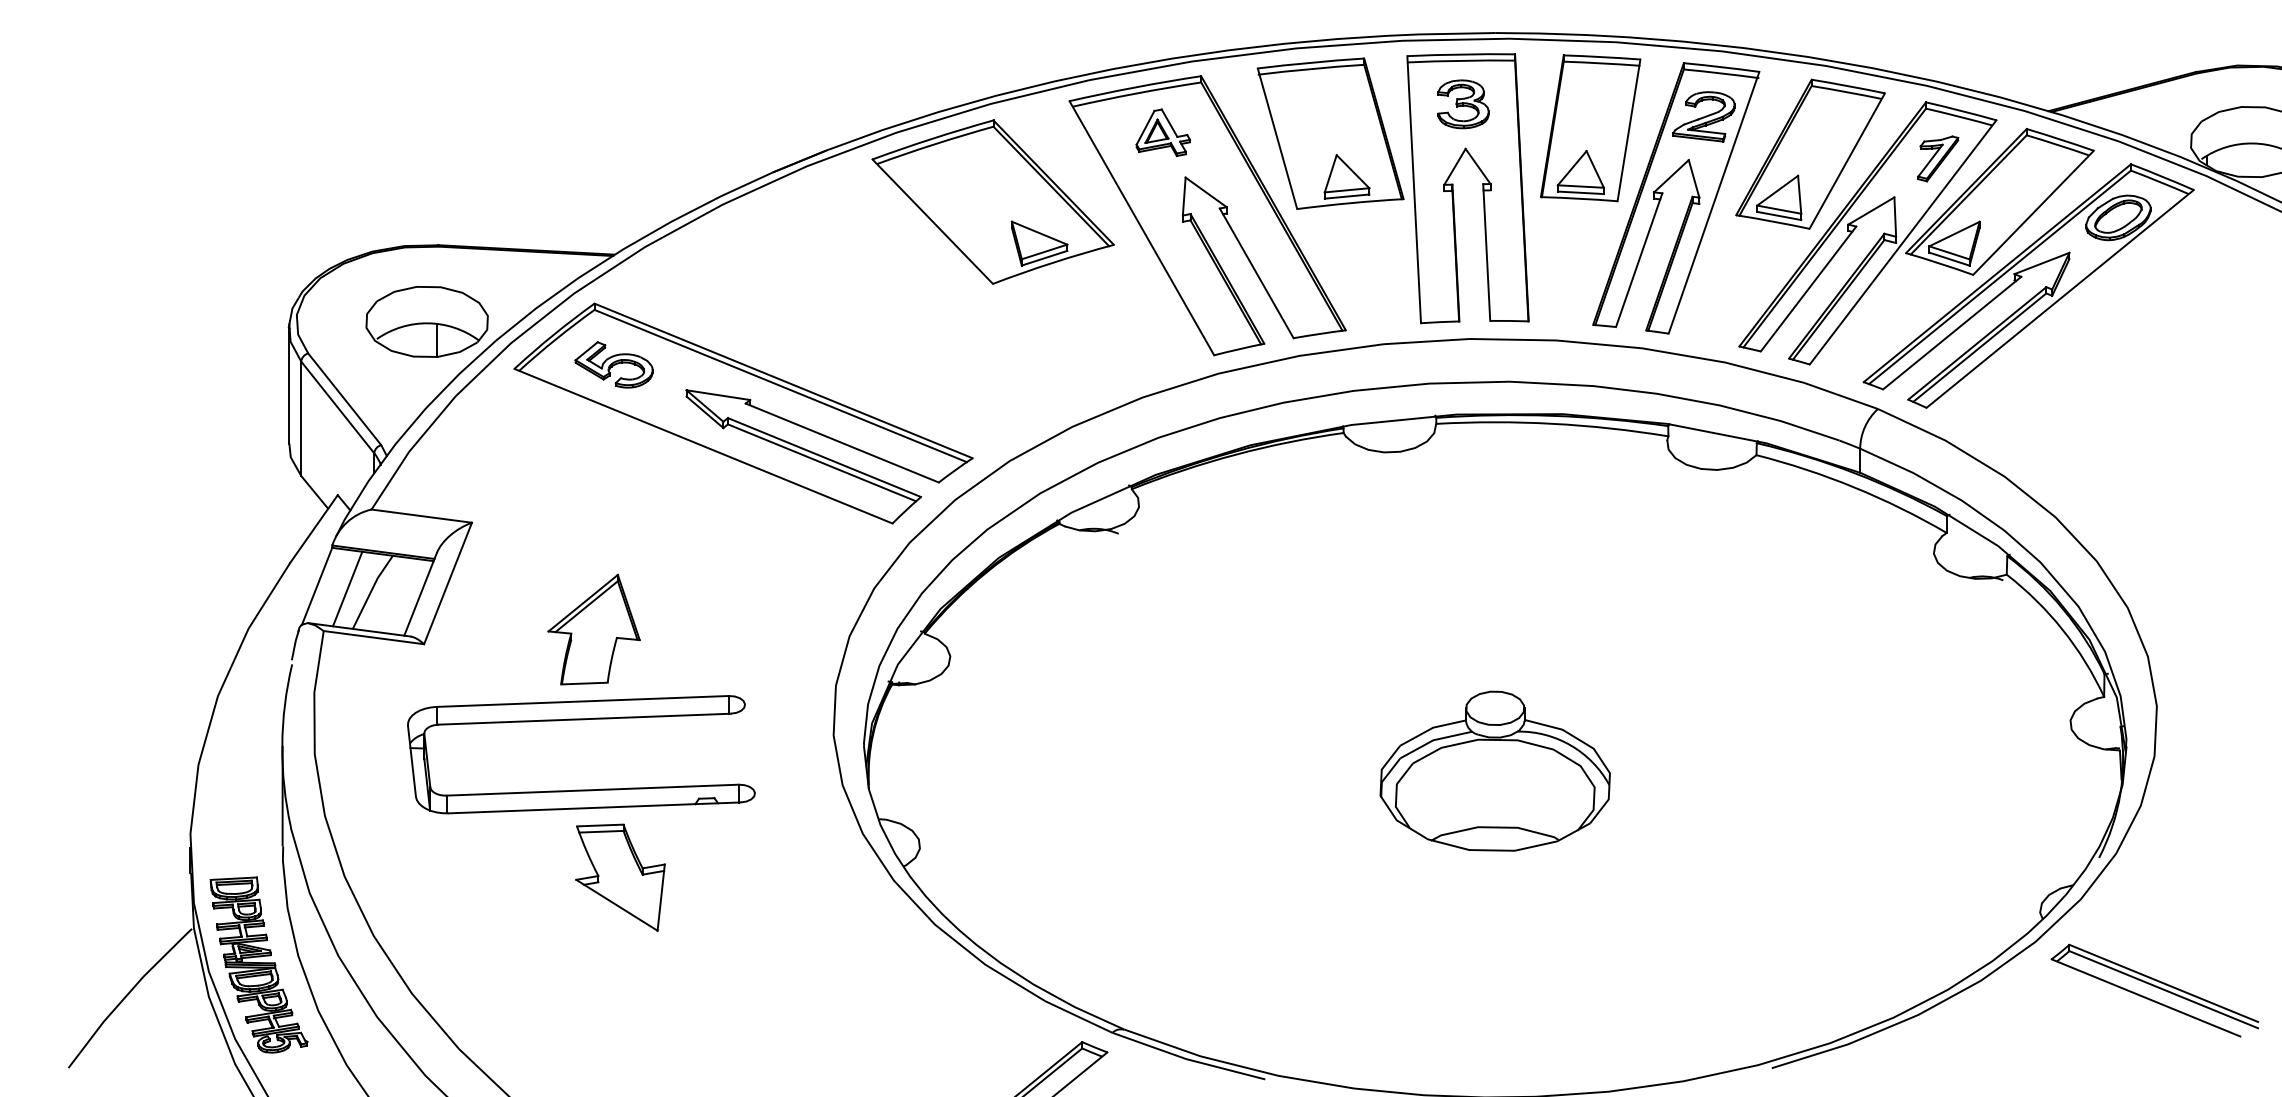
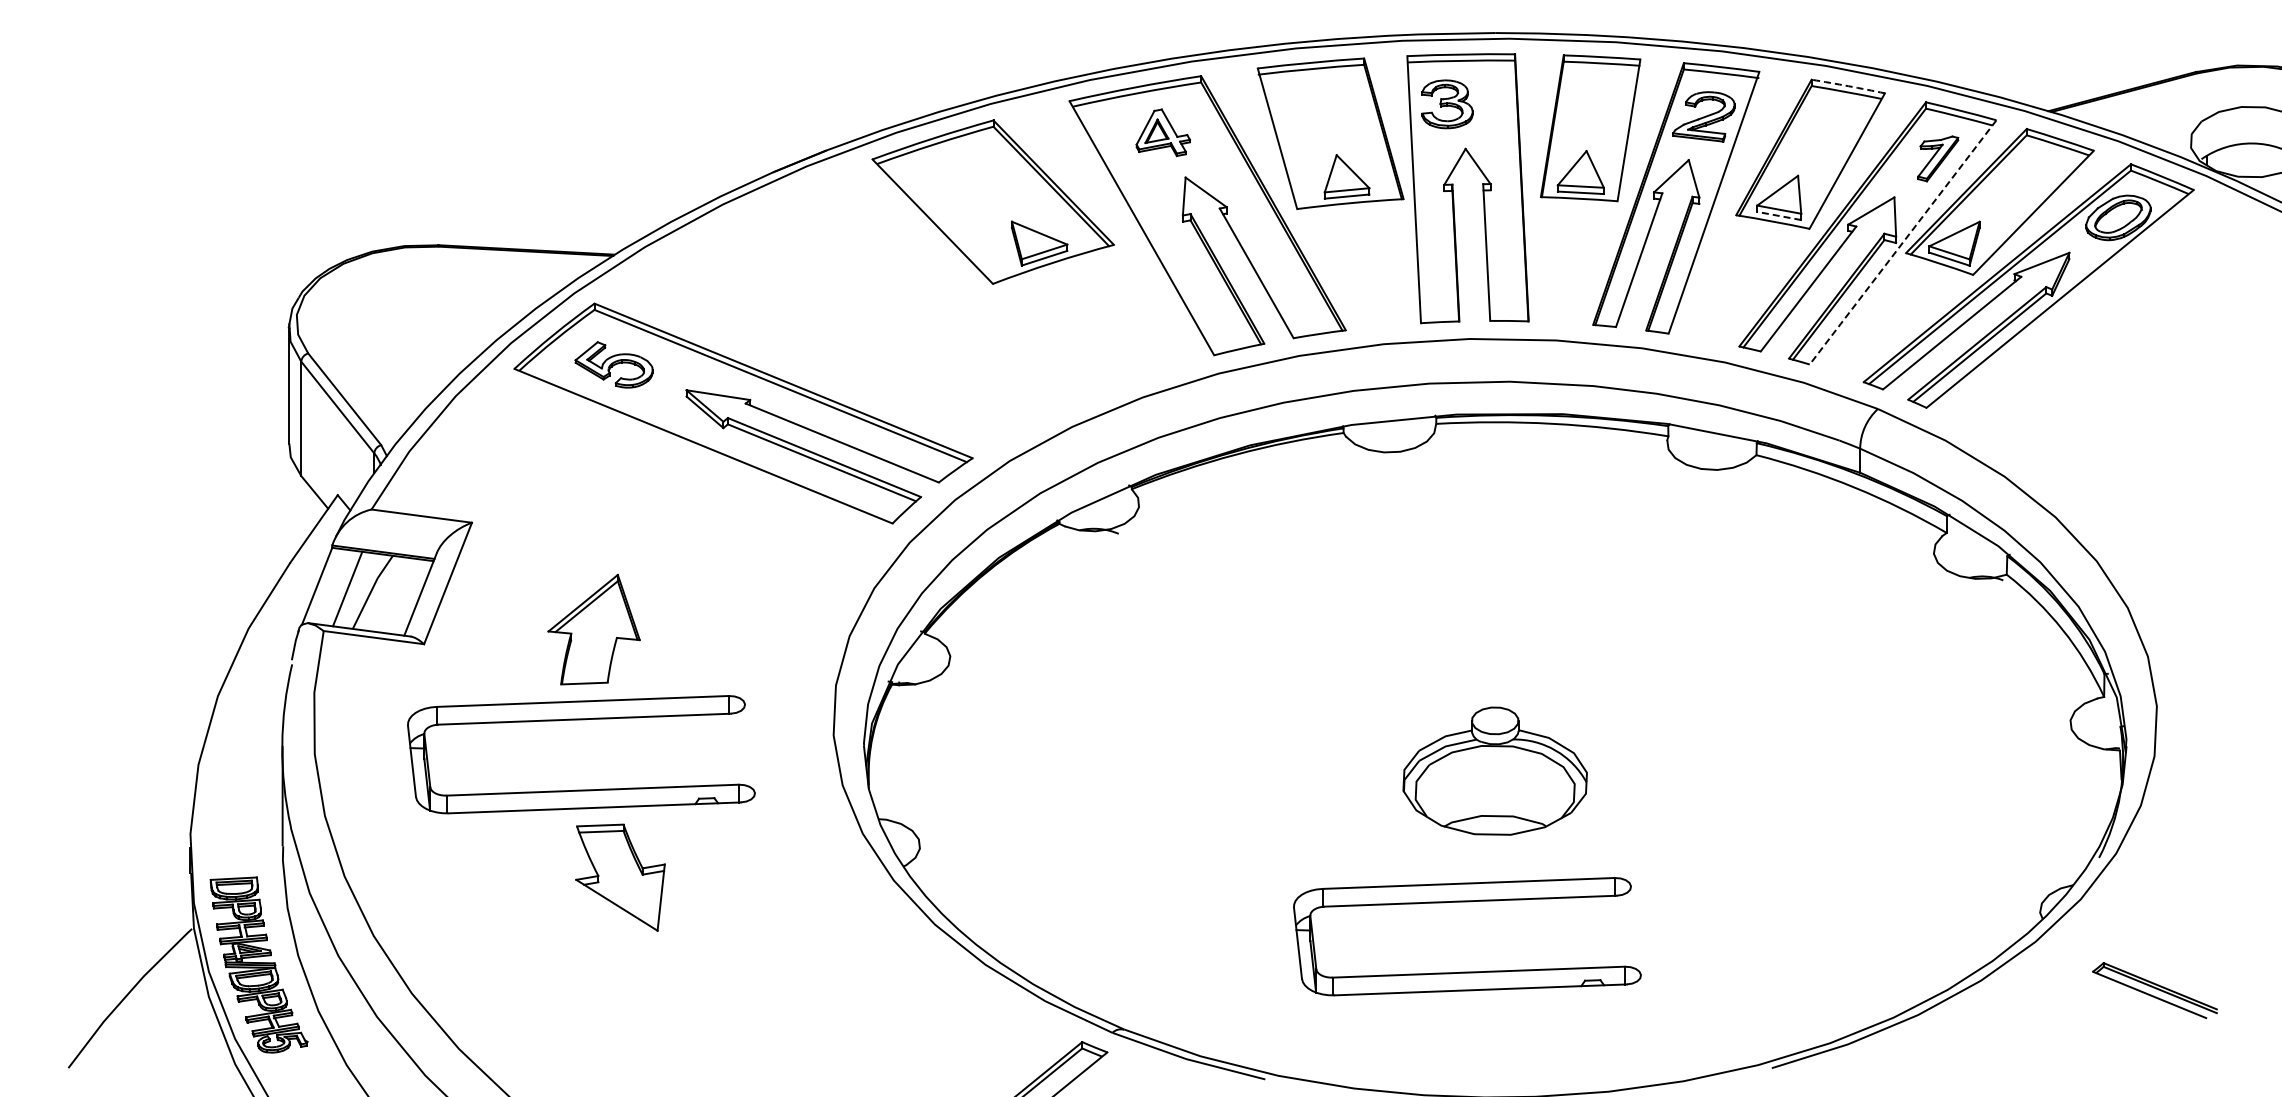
arc at (1848, 86): solid -> dashed
part at (1463, 104) position: (1463, 104) -> (1447, 104)
line at (1778, 215): solid -> dashed
line at (1903, 242): solid -> dashed
part at (426, 321): present -> none
part at (1494, 770) size: 232x162 px -> 186x130 px
part at (1467, 902): none -> present
part at (2154, 990) size: 210x95 px -> 126x58 px
